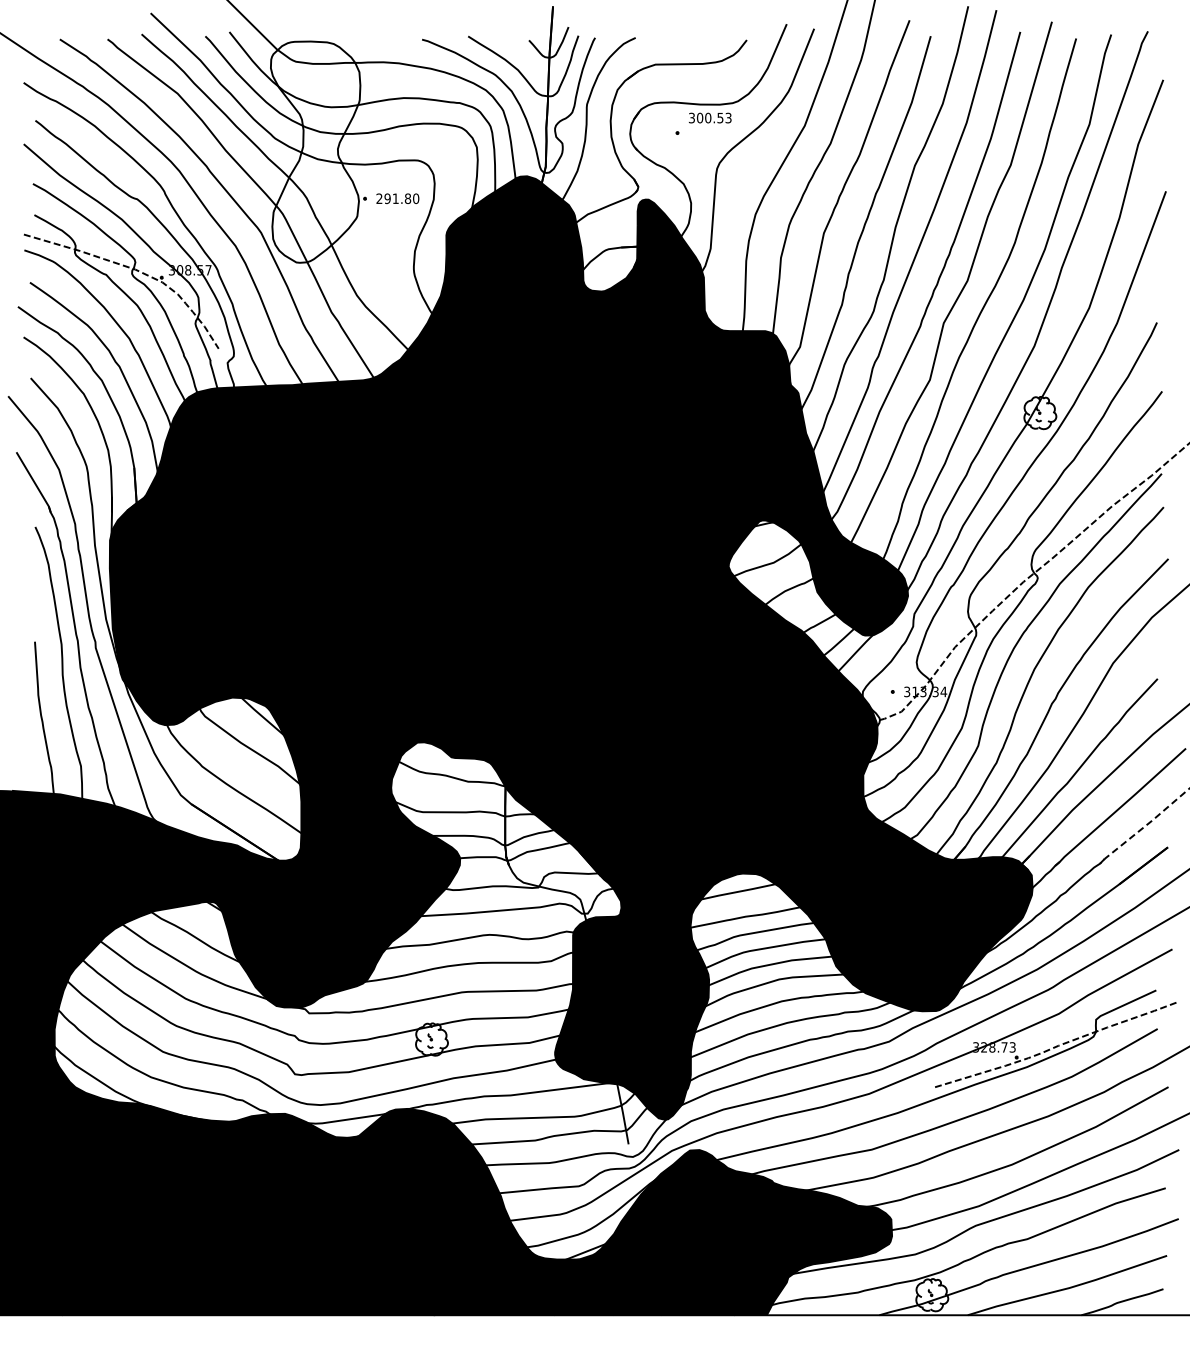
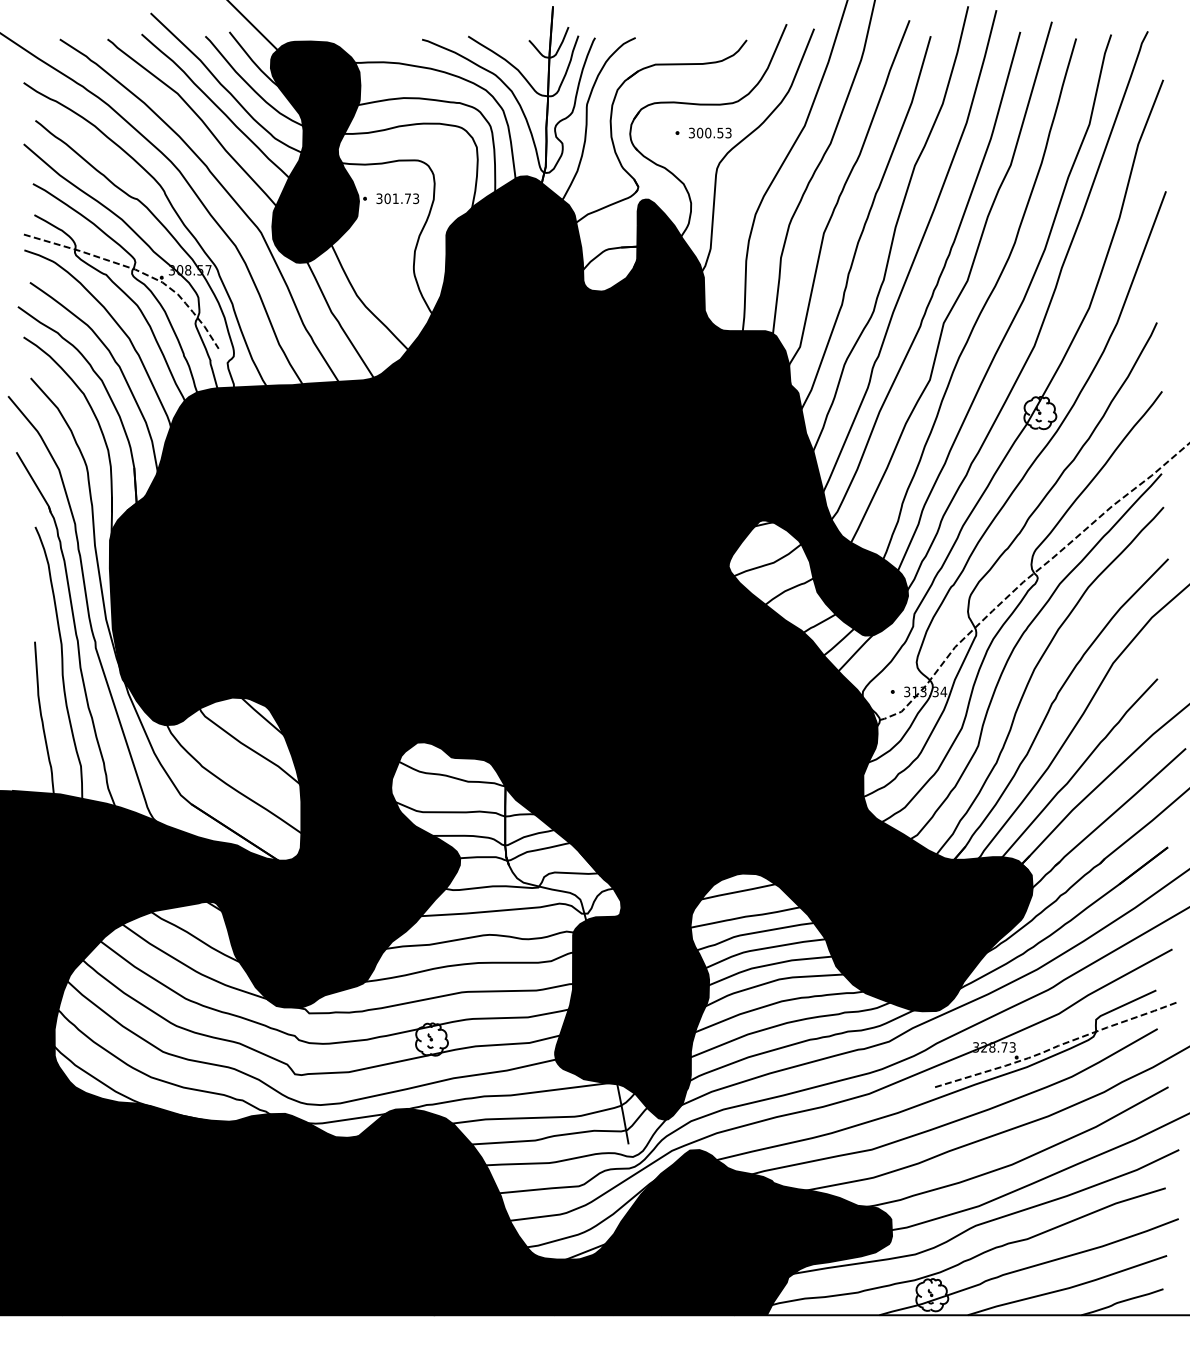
text at (710, 117) position: (710, 117) -> (710, 132)
fill at (315, 151): none -> present
text at (397, 198): 291.80 -> 301.73
line at (1144, 826): dashed -> solid
